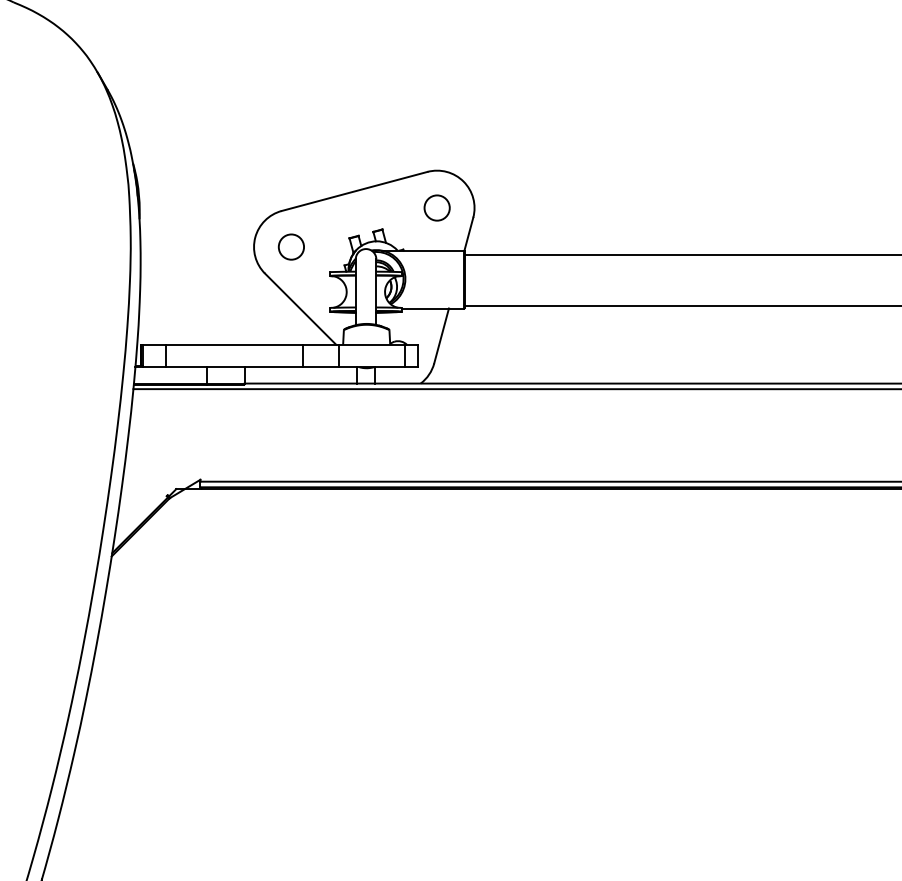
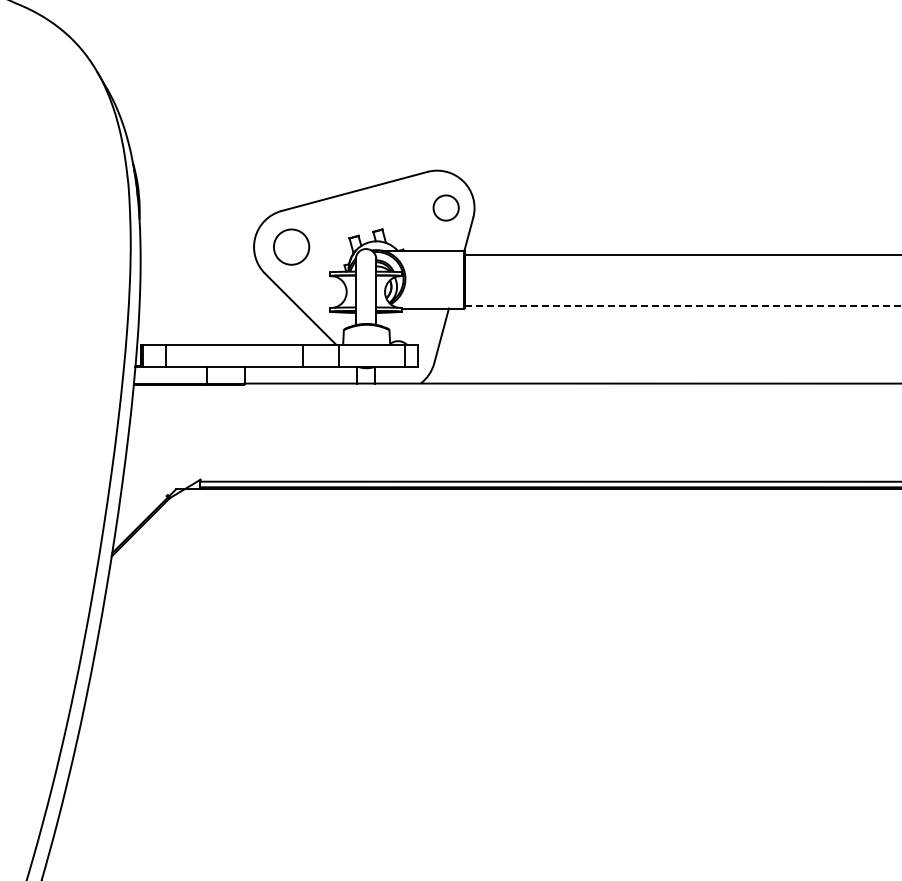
circle at (436, 207) position: (436, 207) -> (445, 207)
circle at (290, 246) size: 28x28 px -> 38x38 px
line at (683, 305): solid -> dashed
line at (515, 389): present -> none
